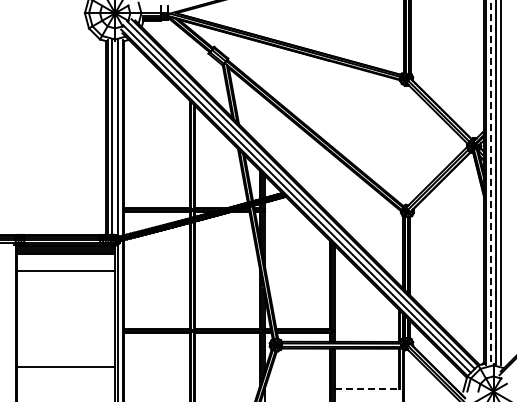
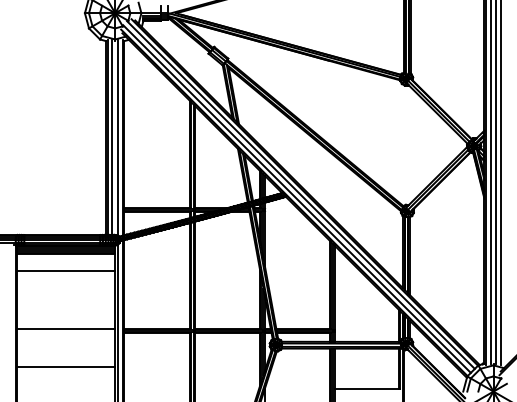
line at (490, 182): dashed -> solid
line at (65, 328): none -> present
line at (367, 389): dashed -> solid
